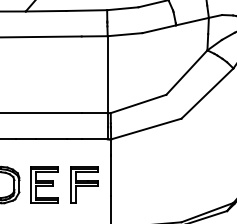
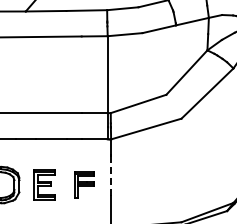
line at (111, 175): solid -> dashed
part at (44, 184) size: 29x38 px -> 23x32 px
part at (84, 184) size: 29x38 px -> 21x28 px
